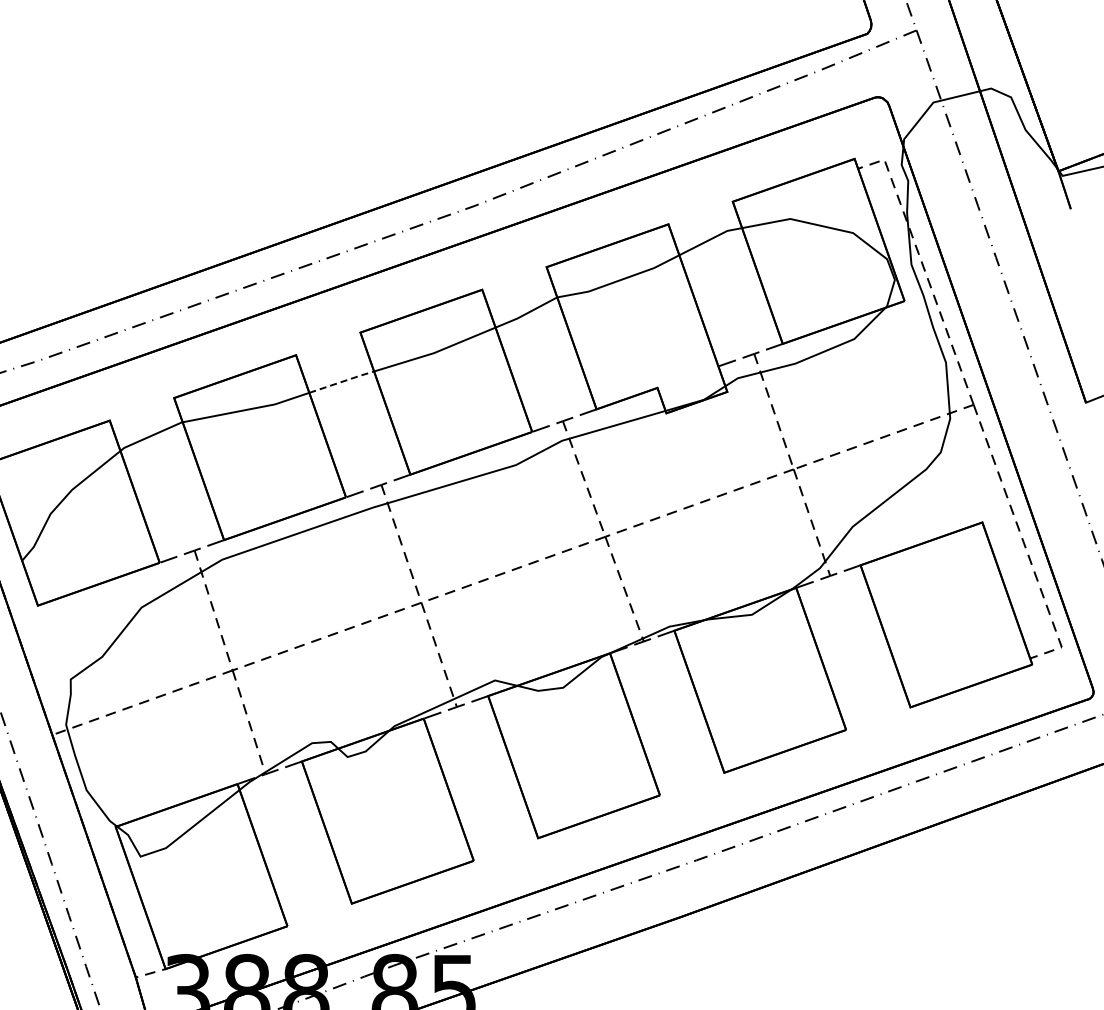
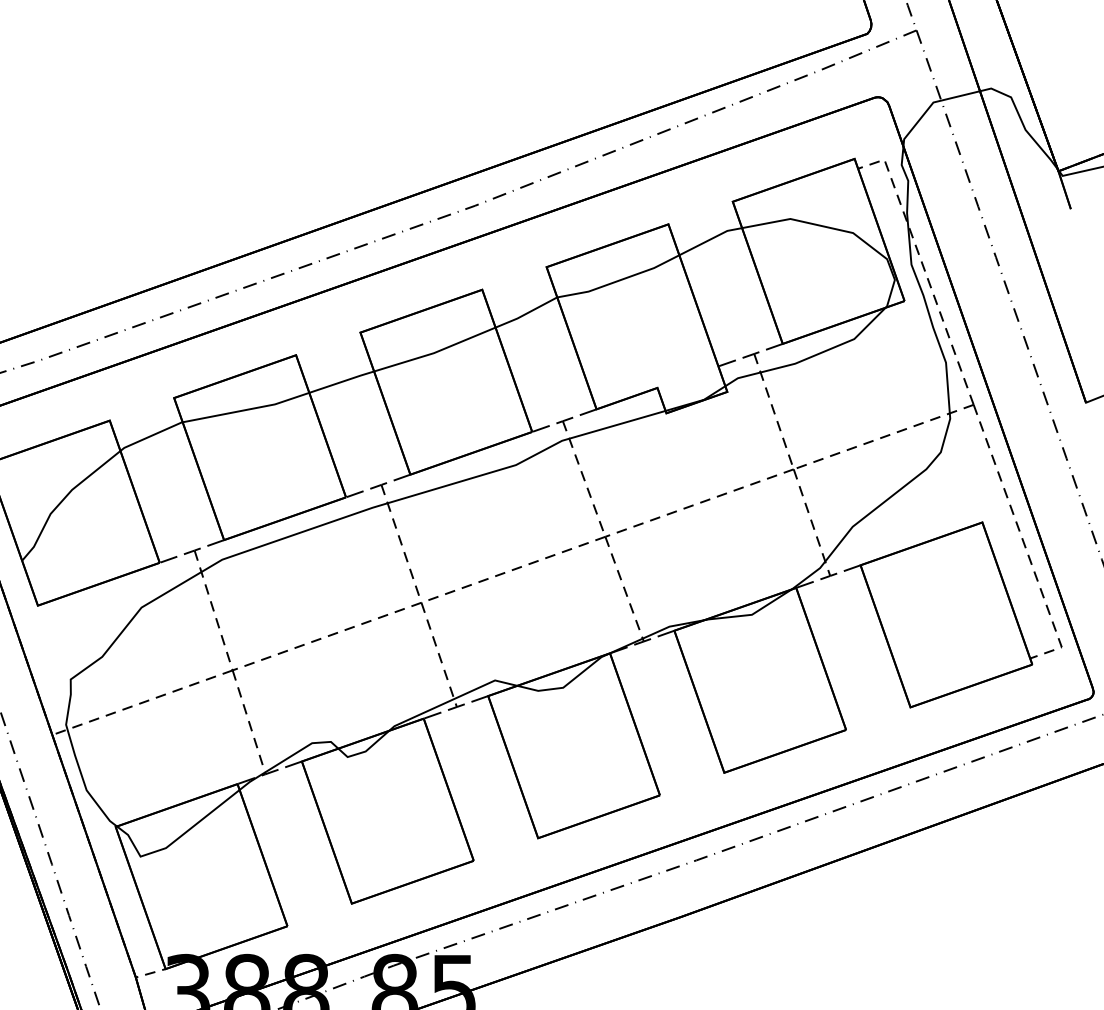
line at (342, 381): dashed -> solid
